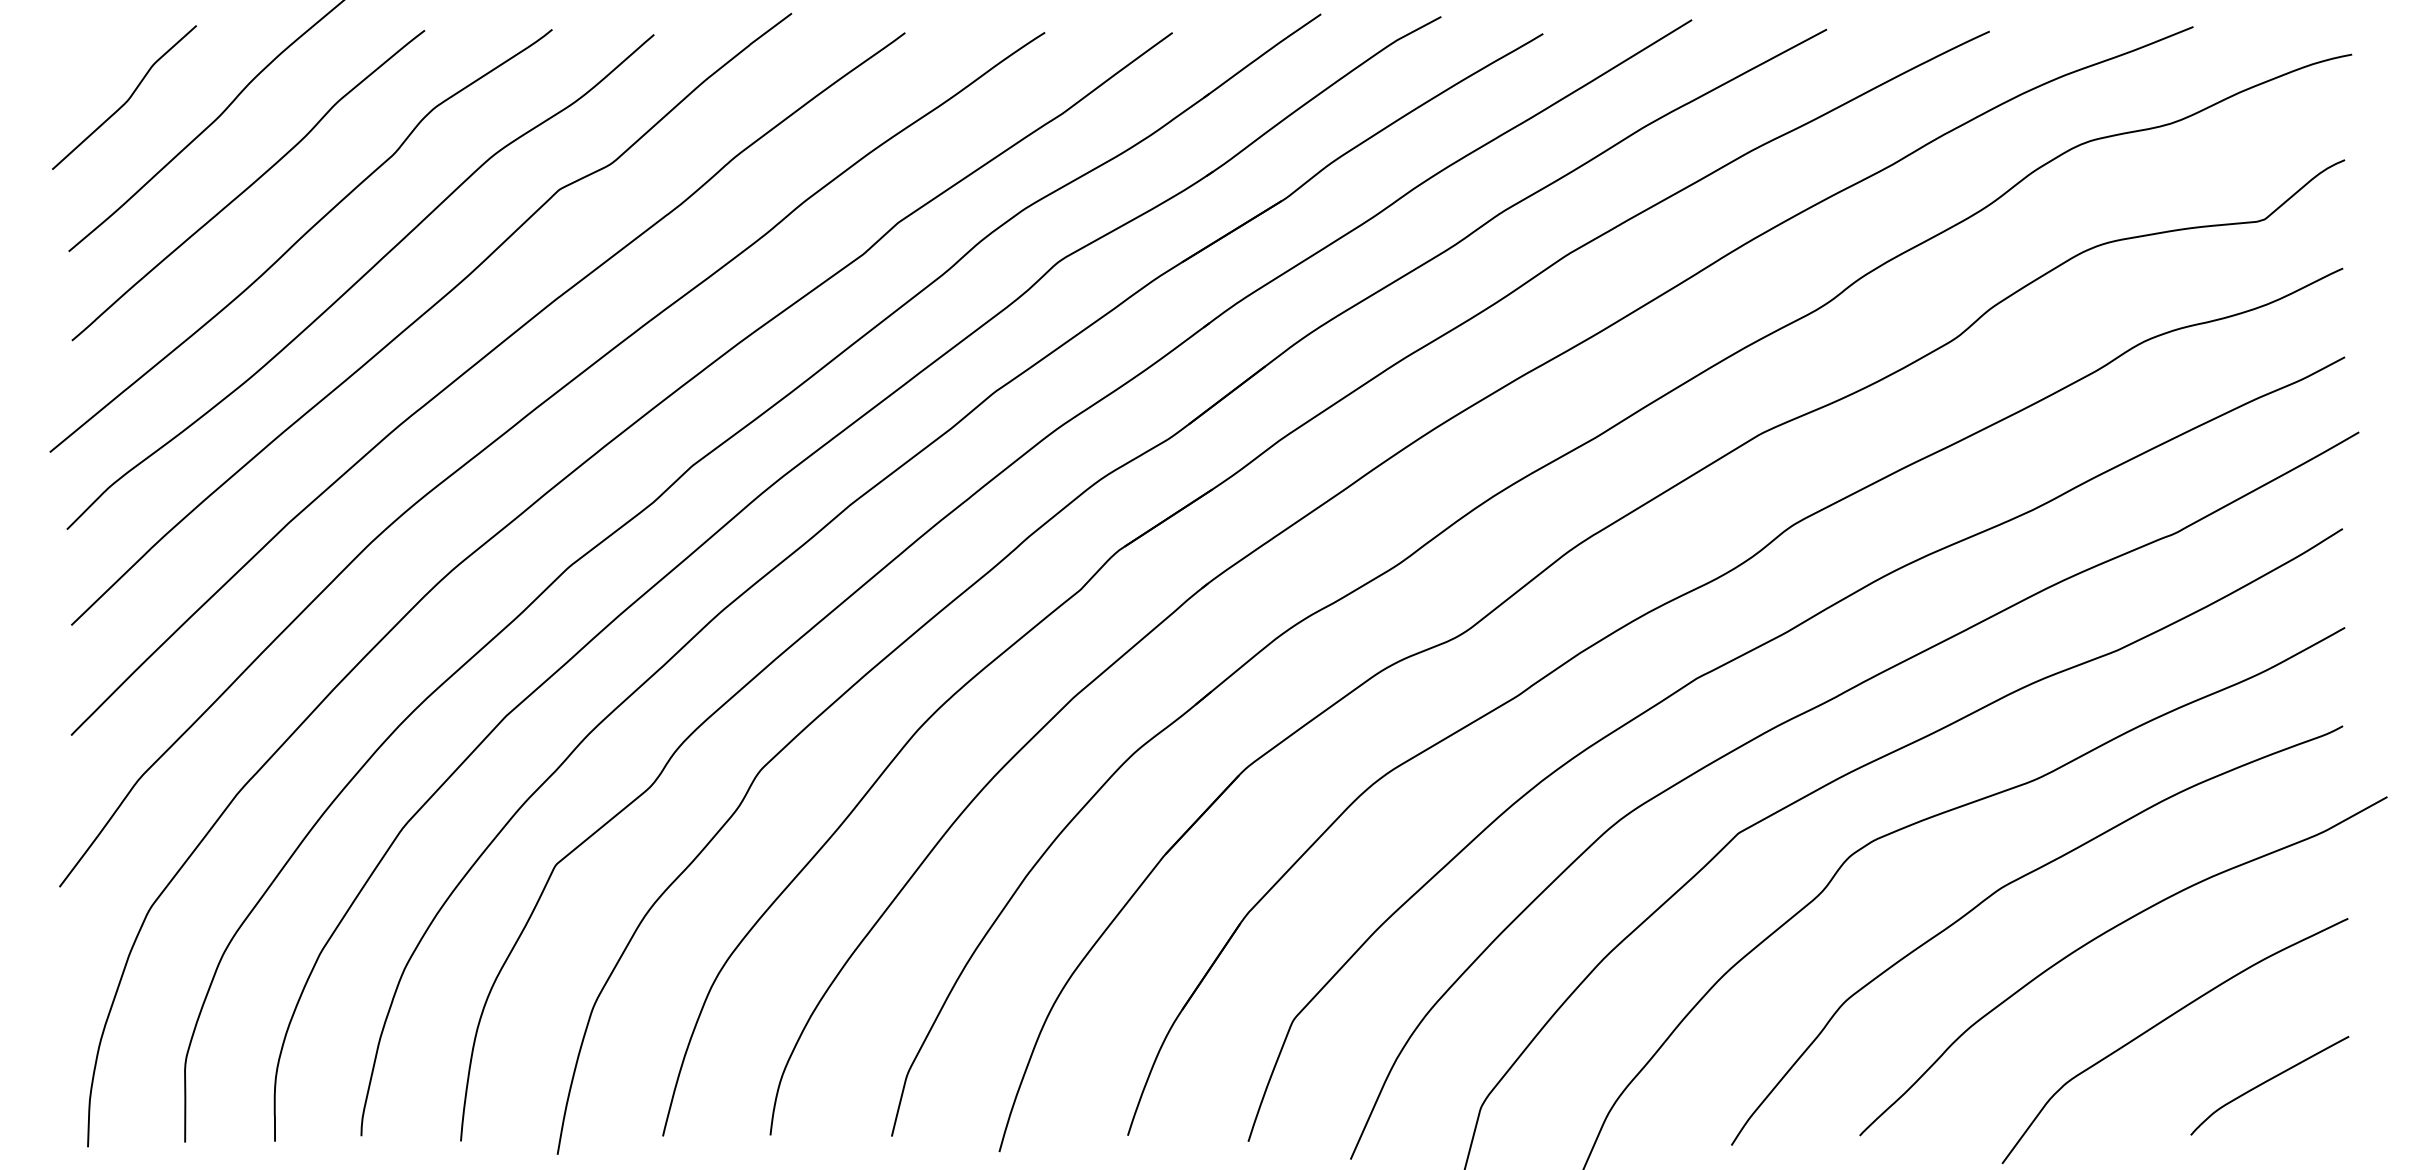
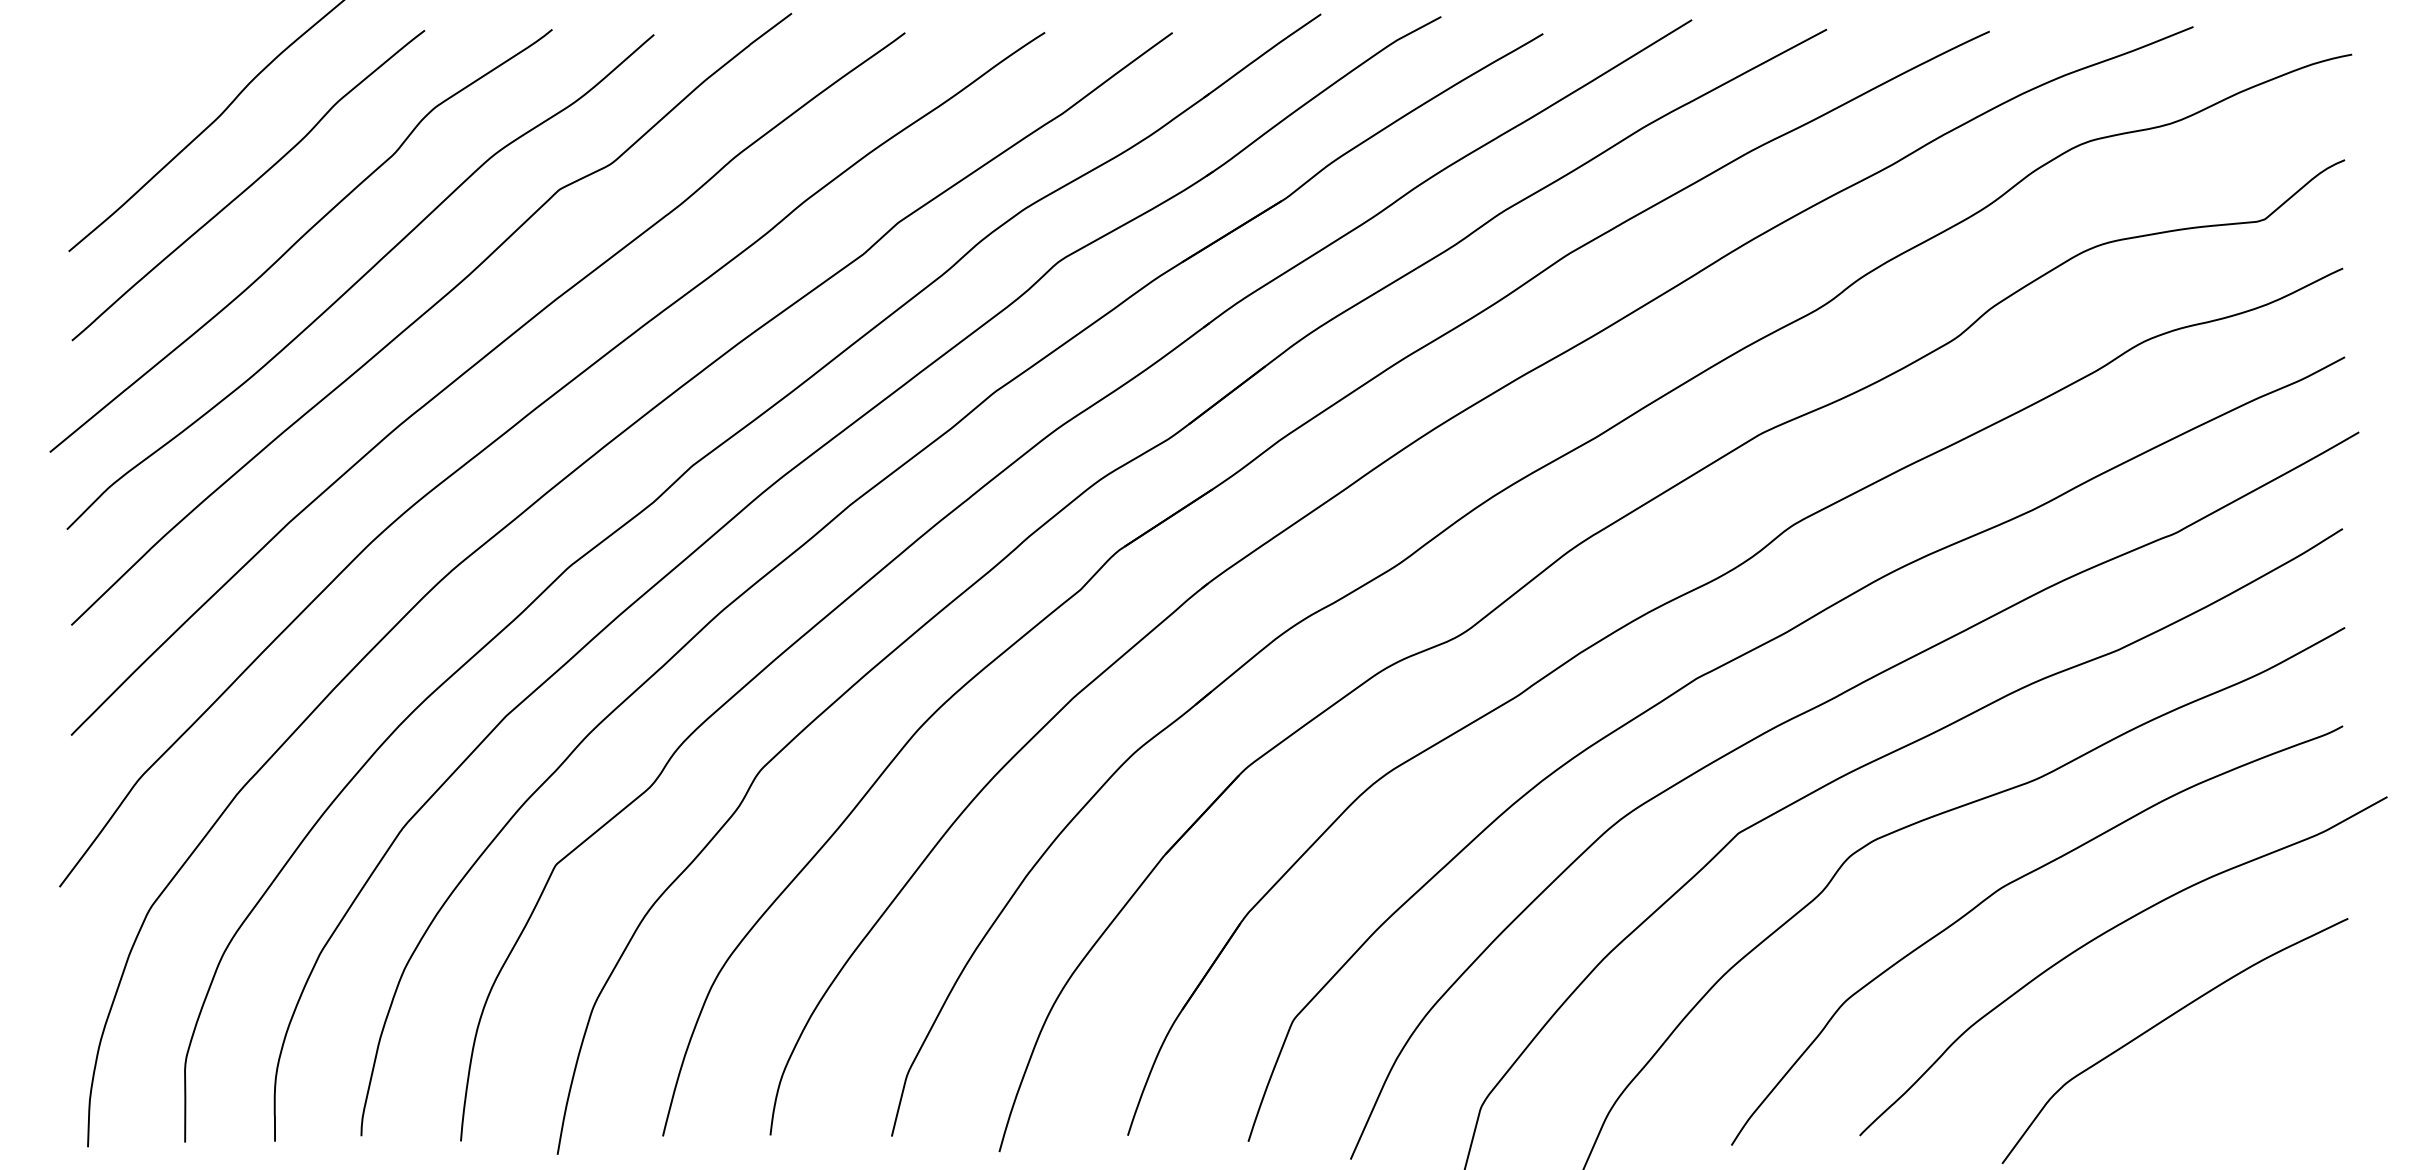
curve at (127, 99): present -> none
curve at (2268, 1081): present -> none
